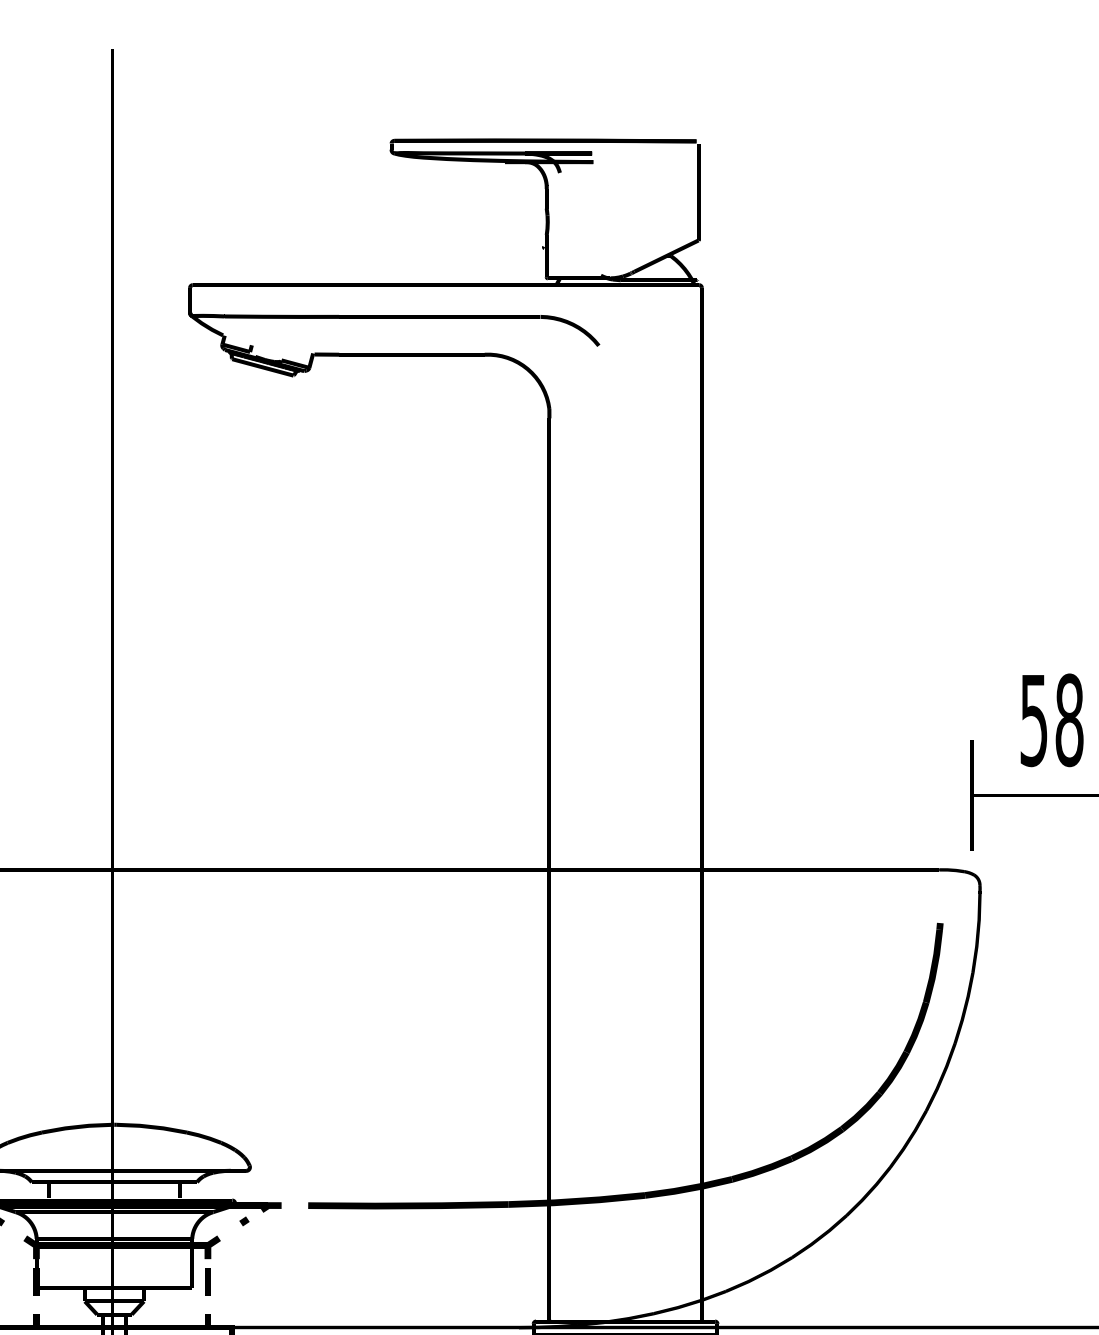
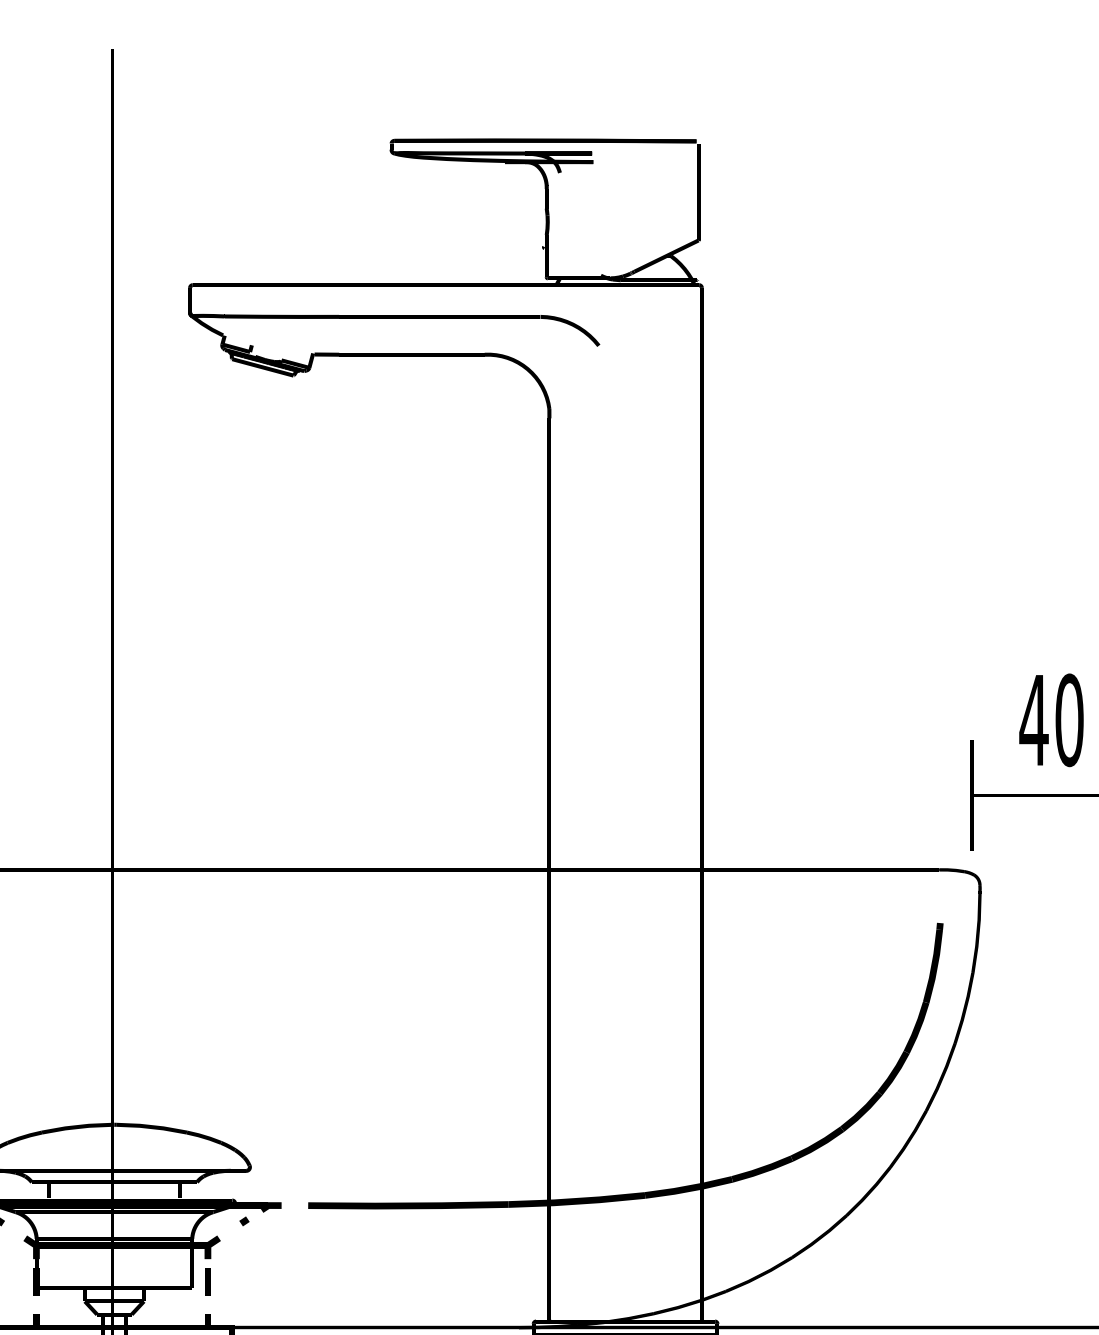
text at (1051, 720): 58 -> 40
